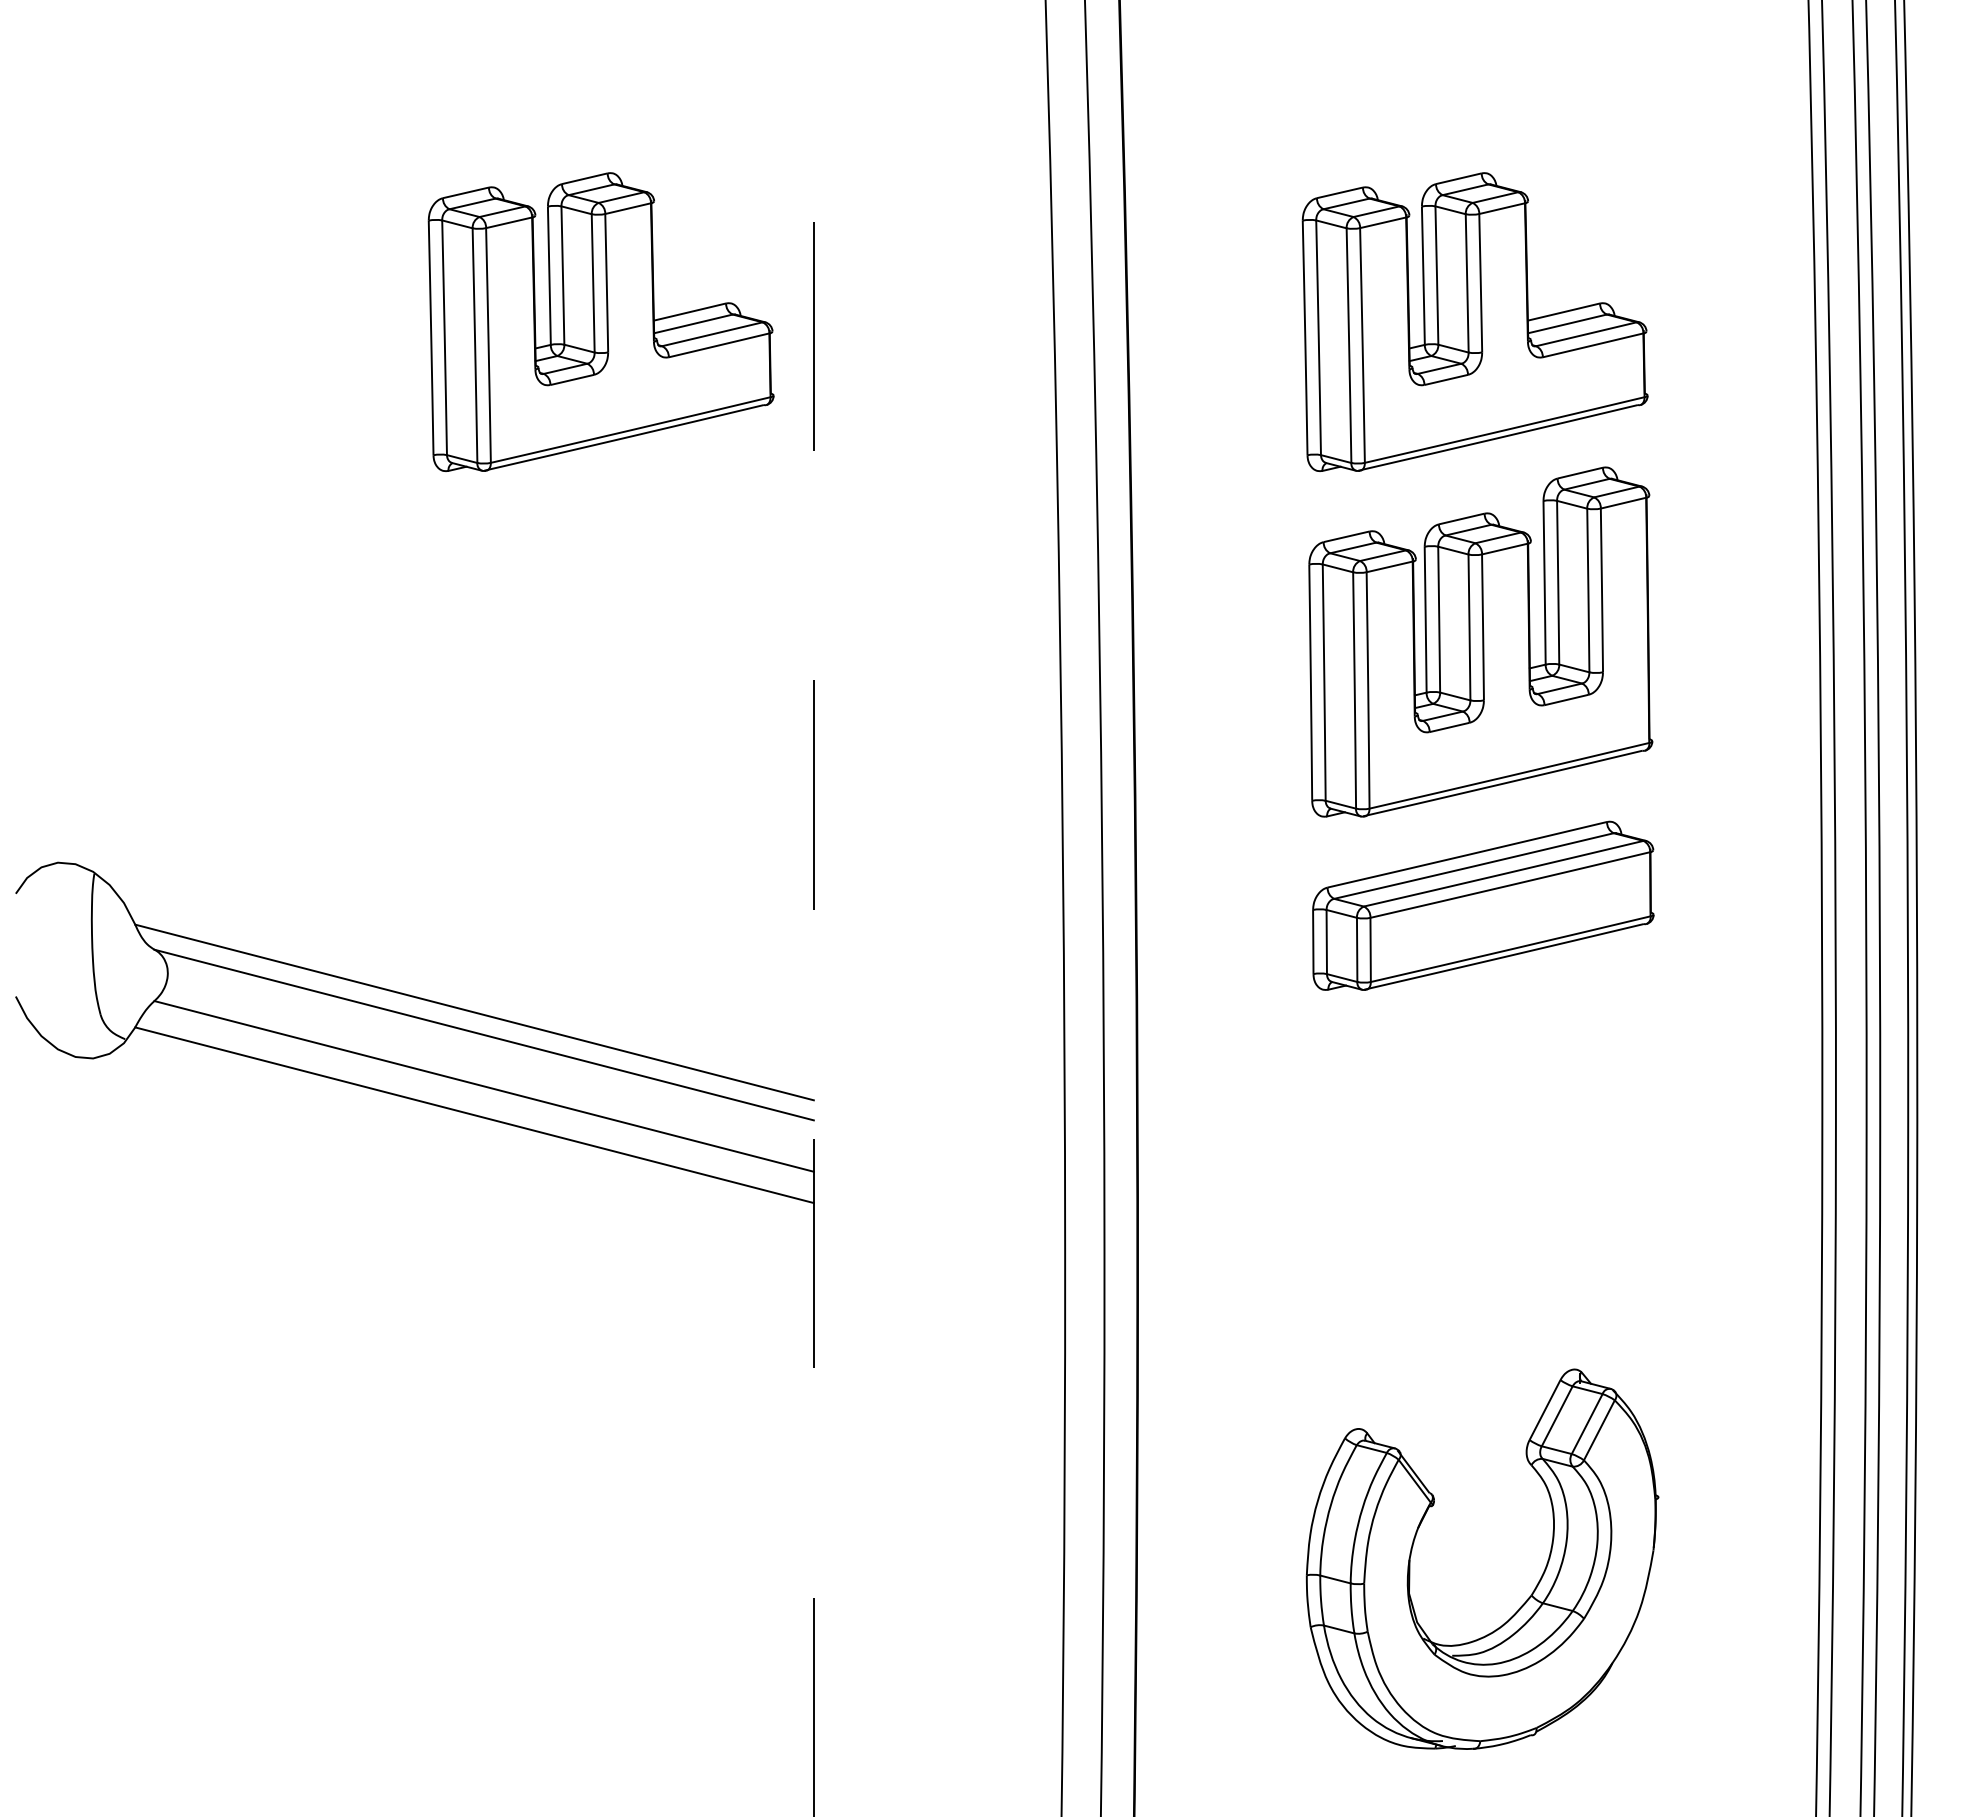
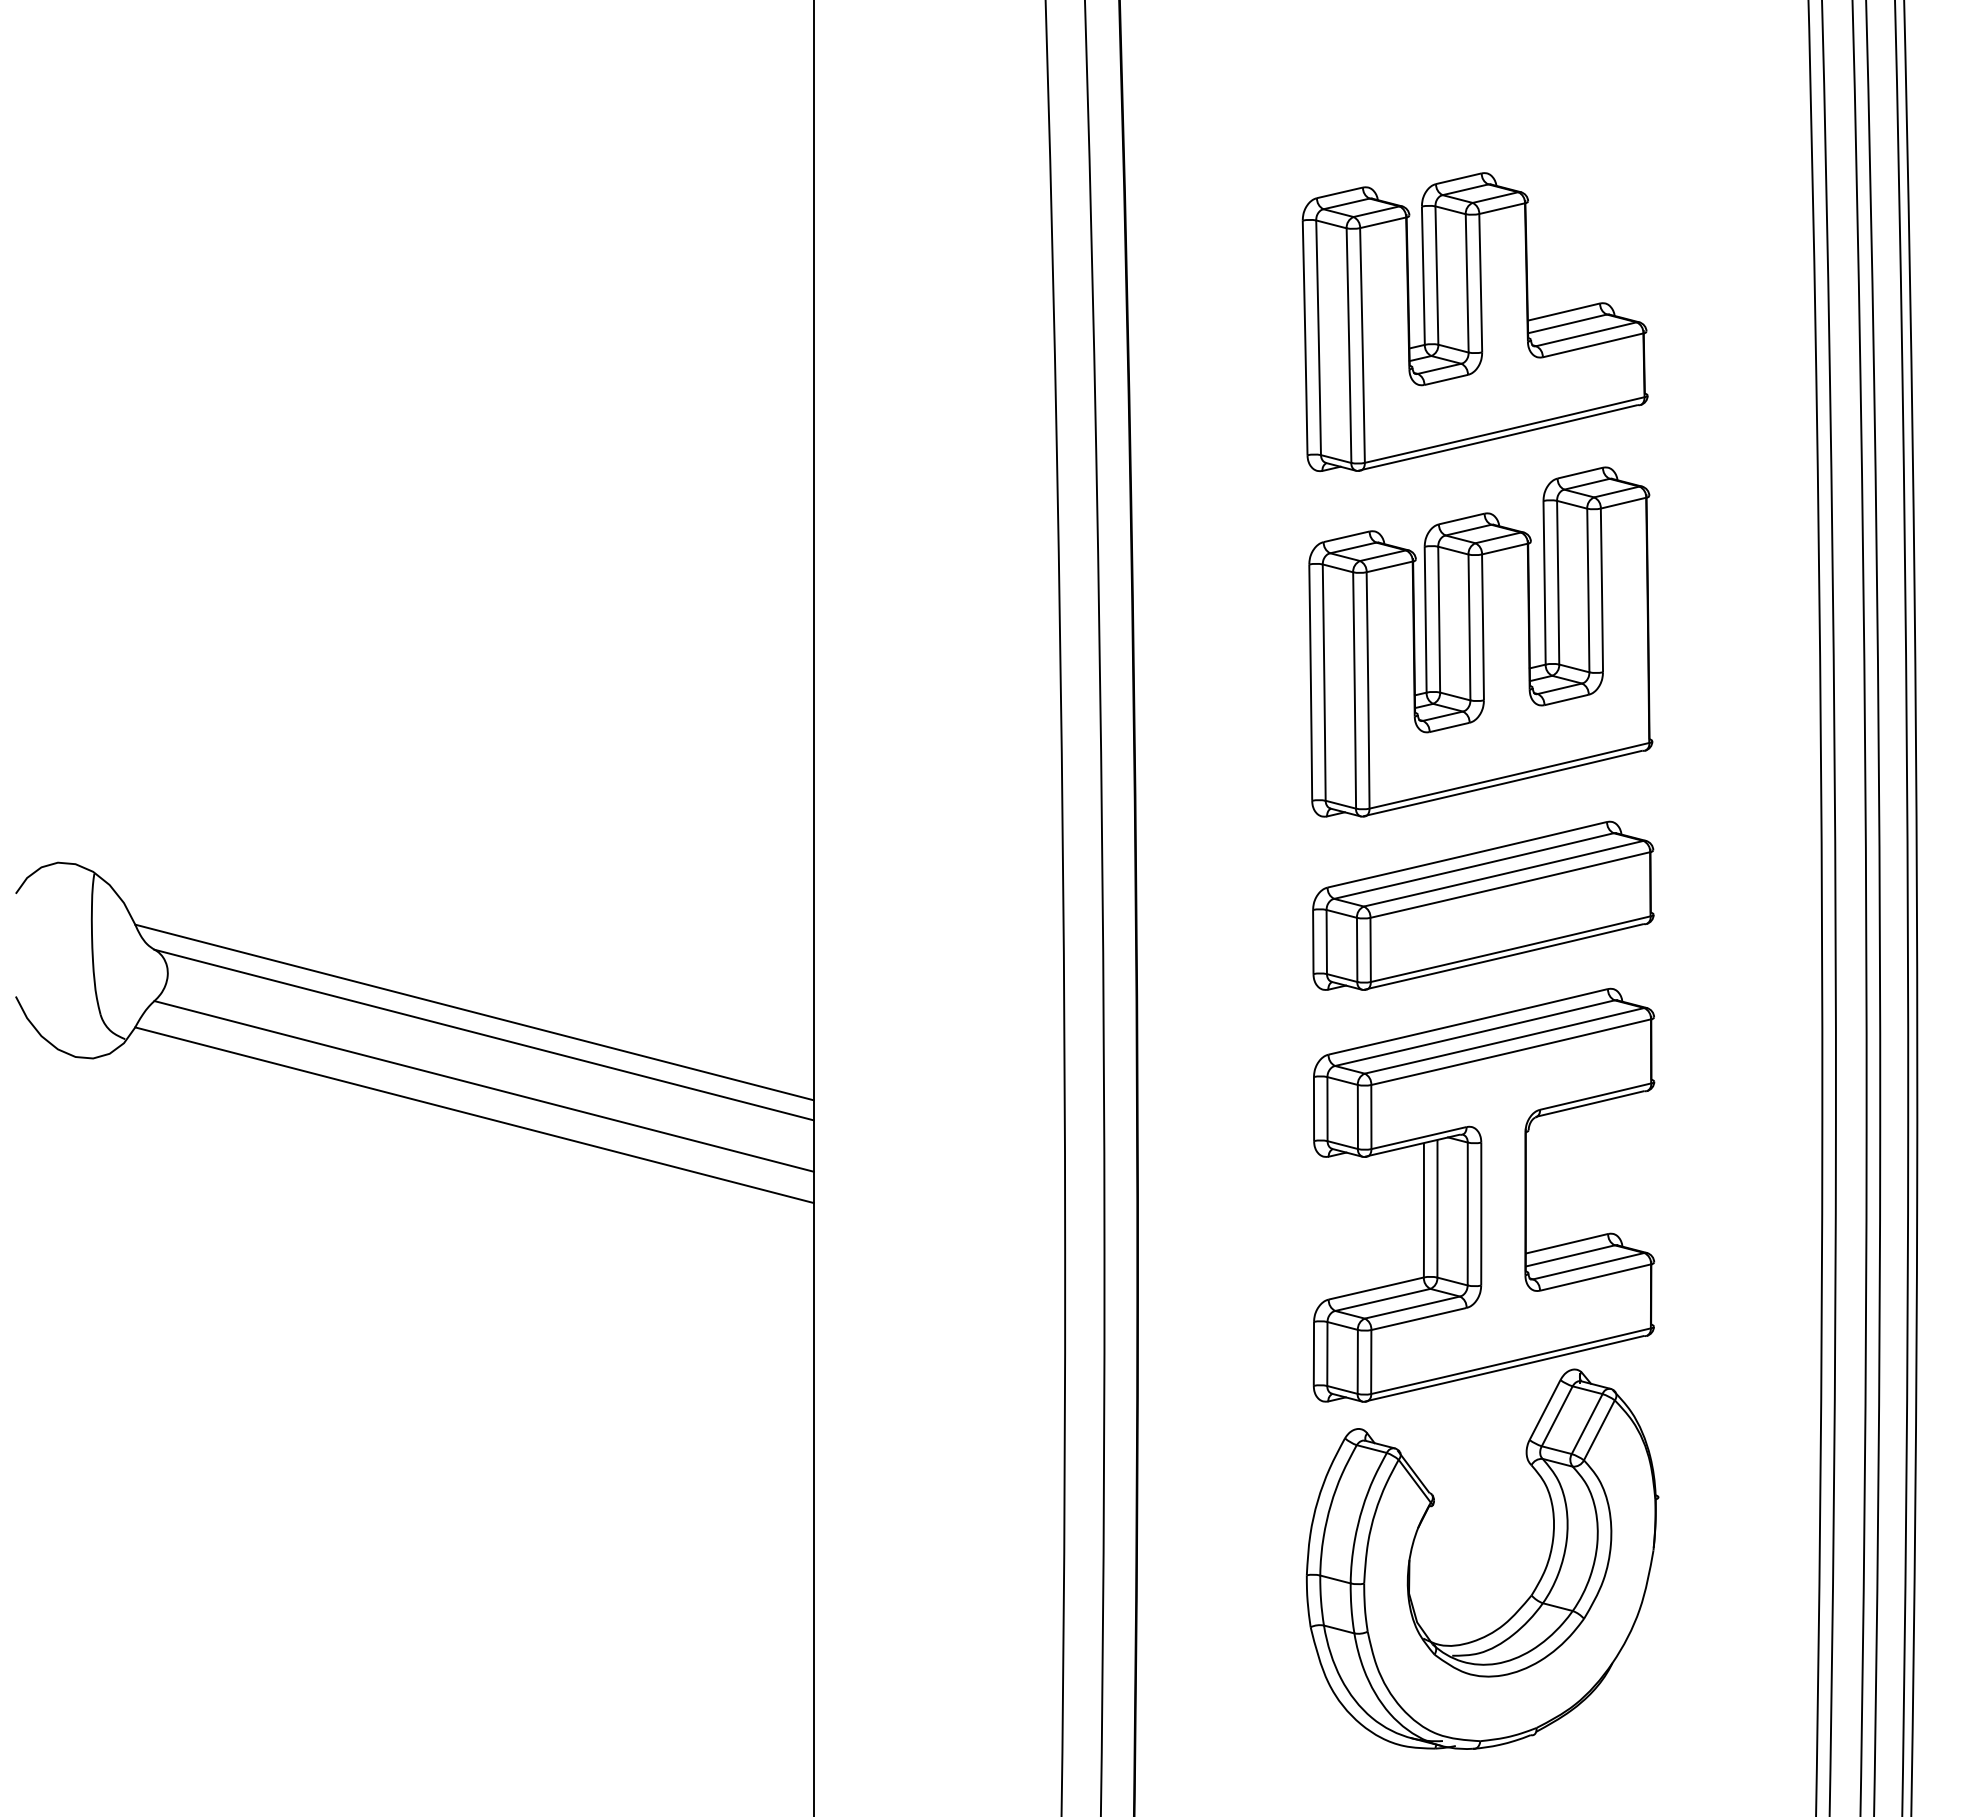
part at (600, 321): present -> none
line at (813, 908): dashed -> solid
part at (1483, 1194): none -> present
